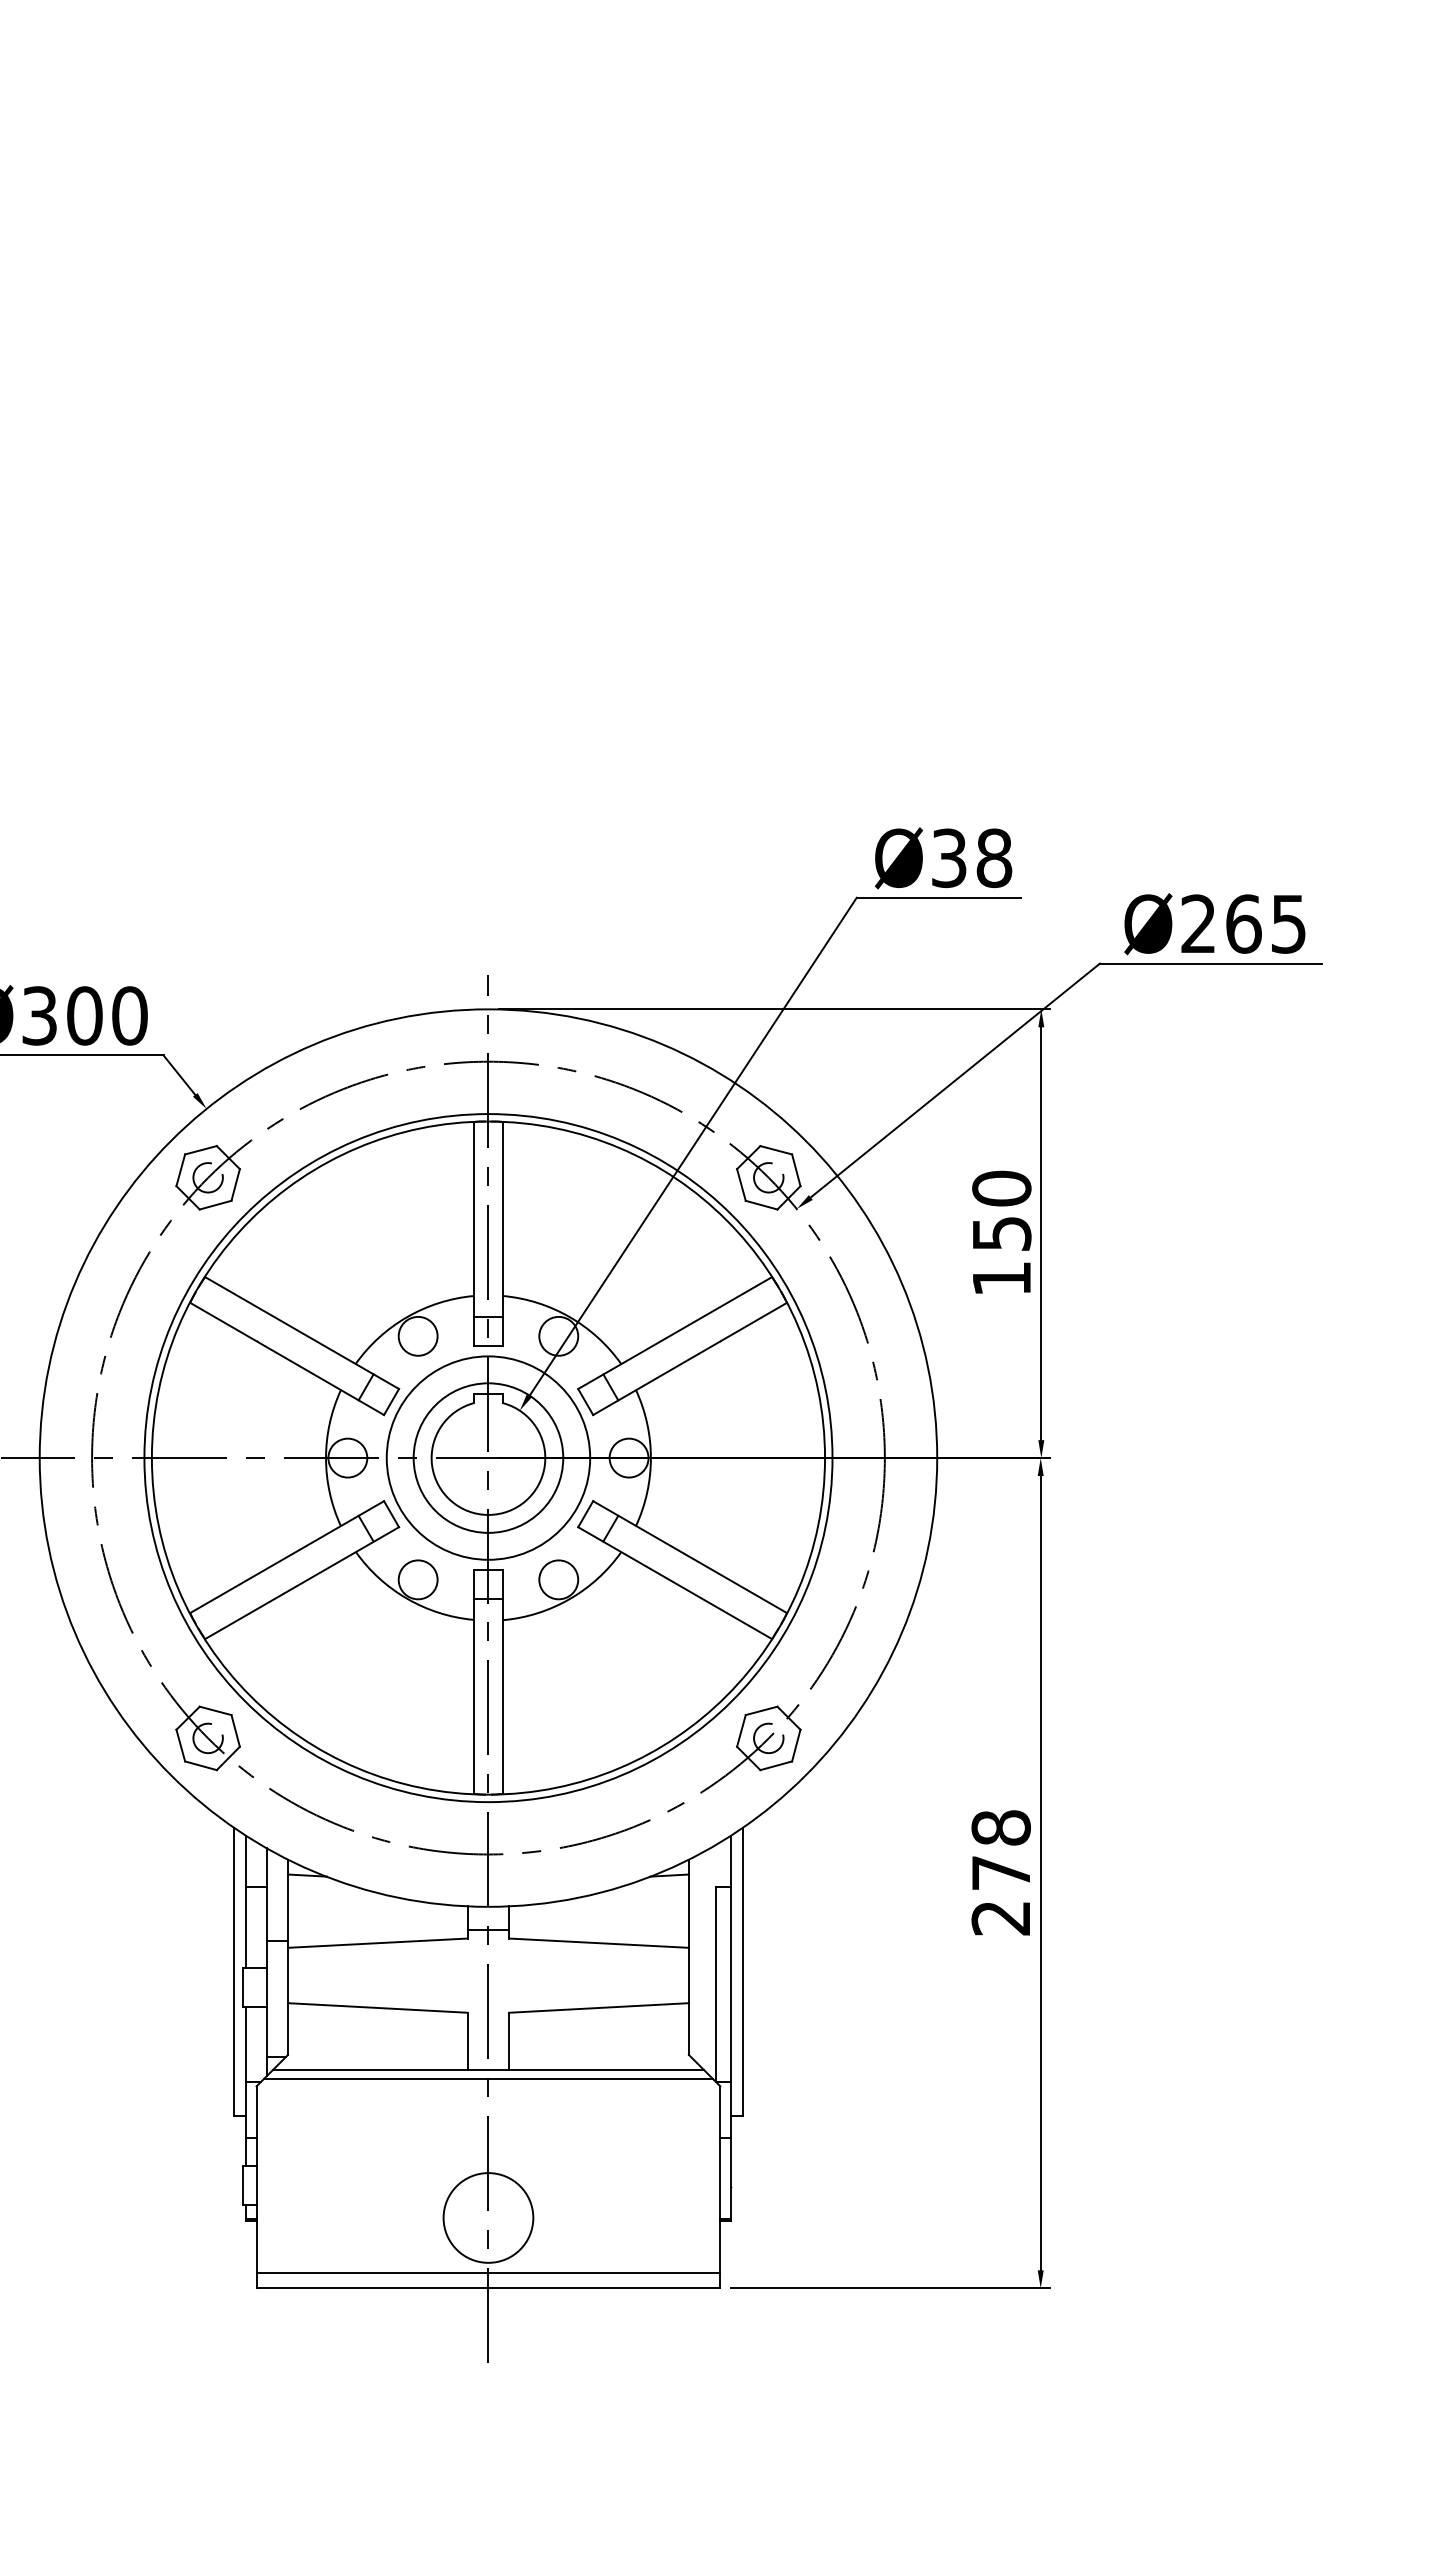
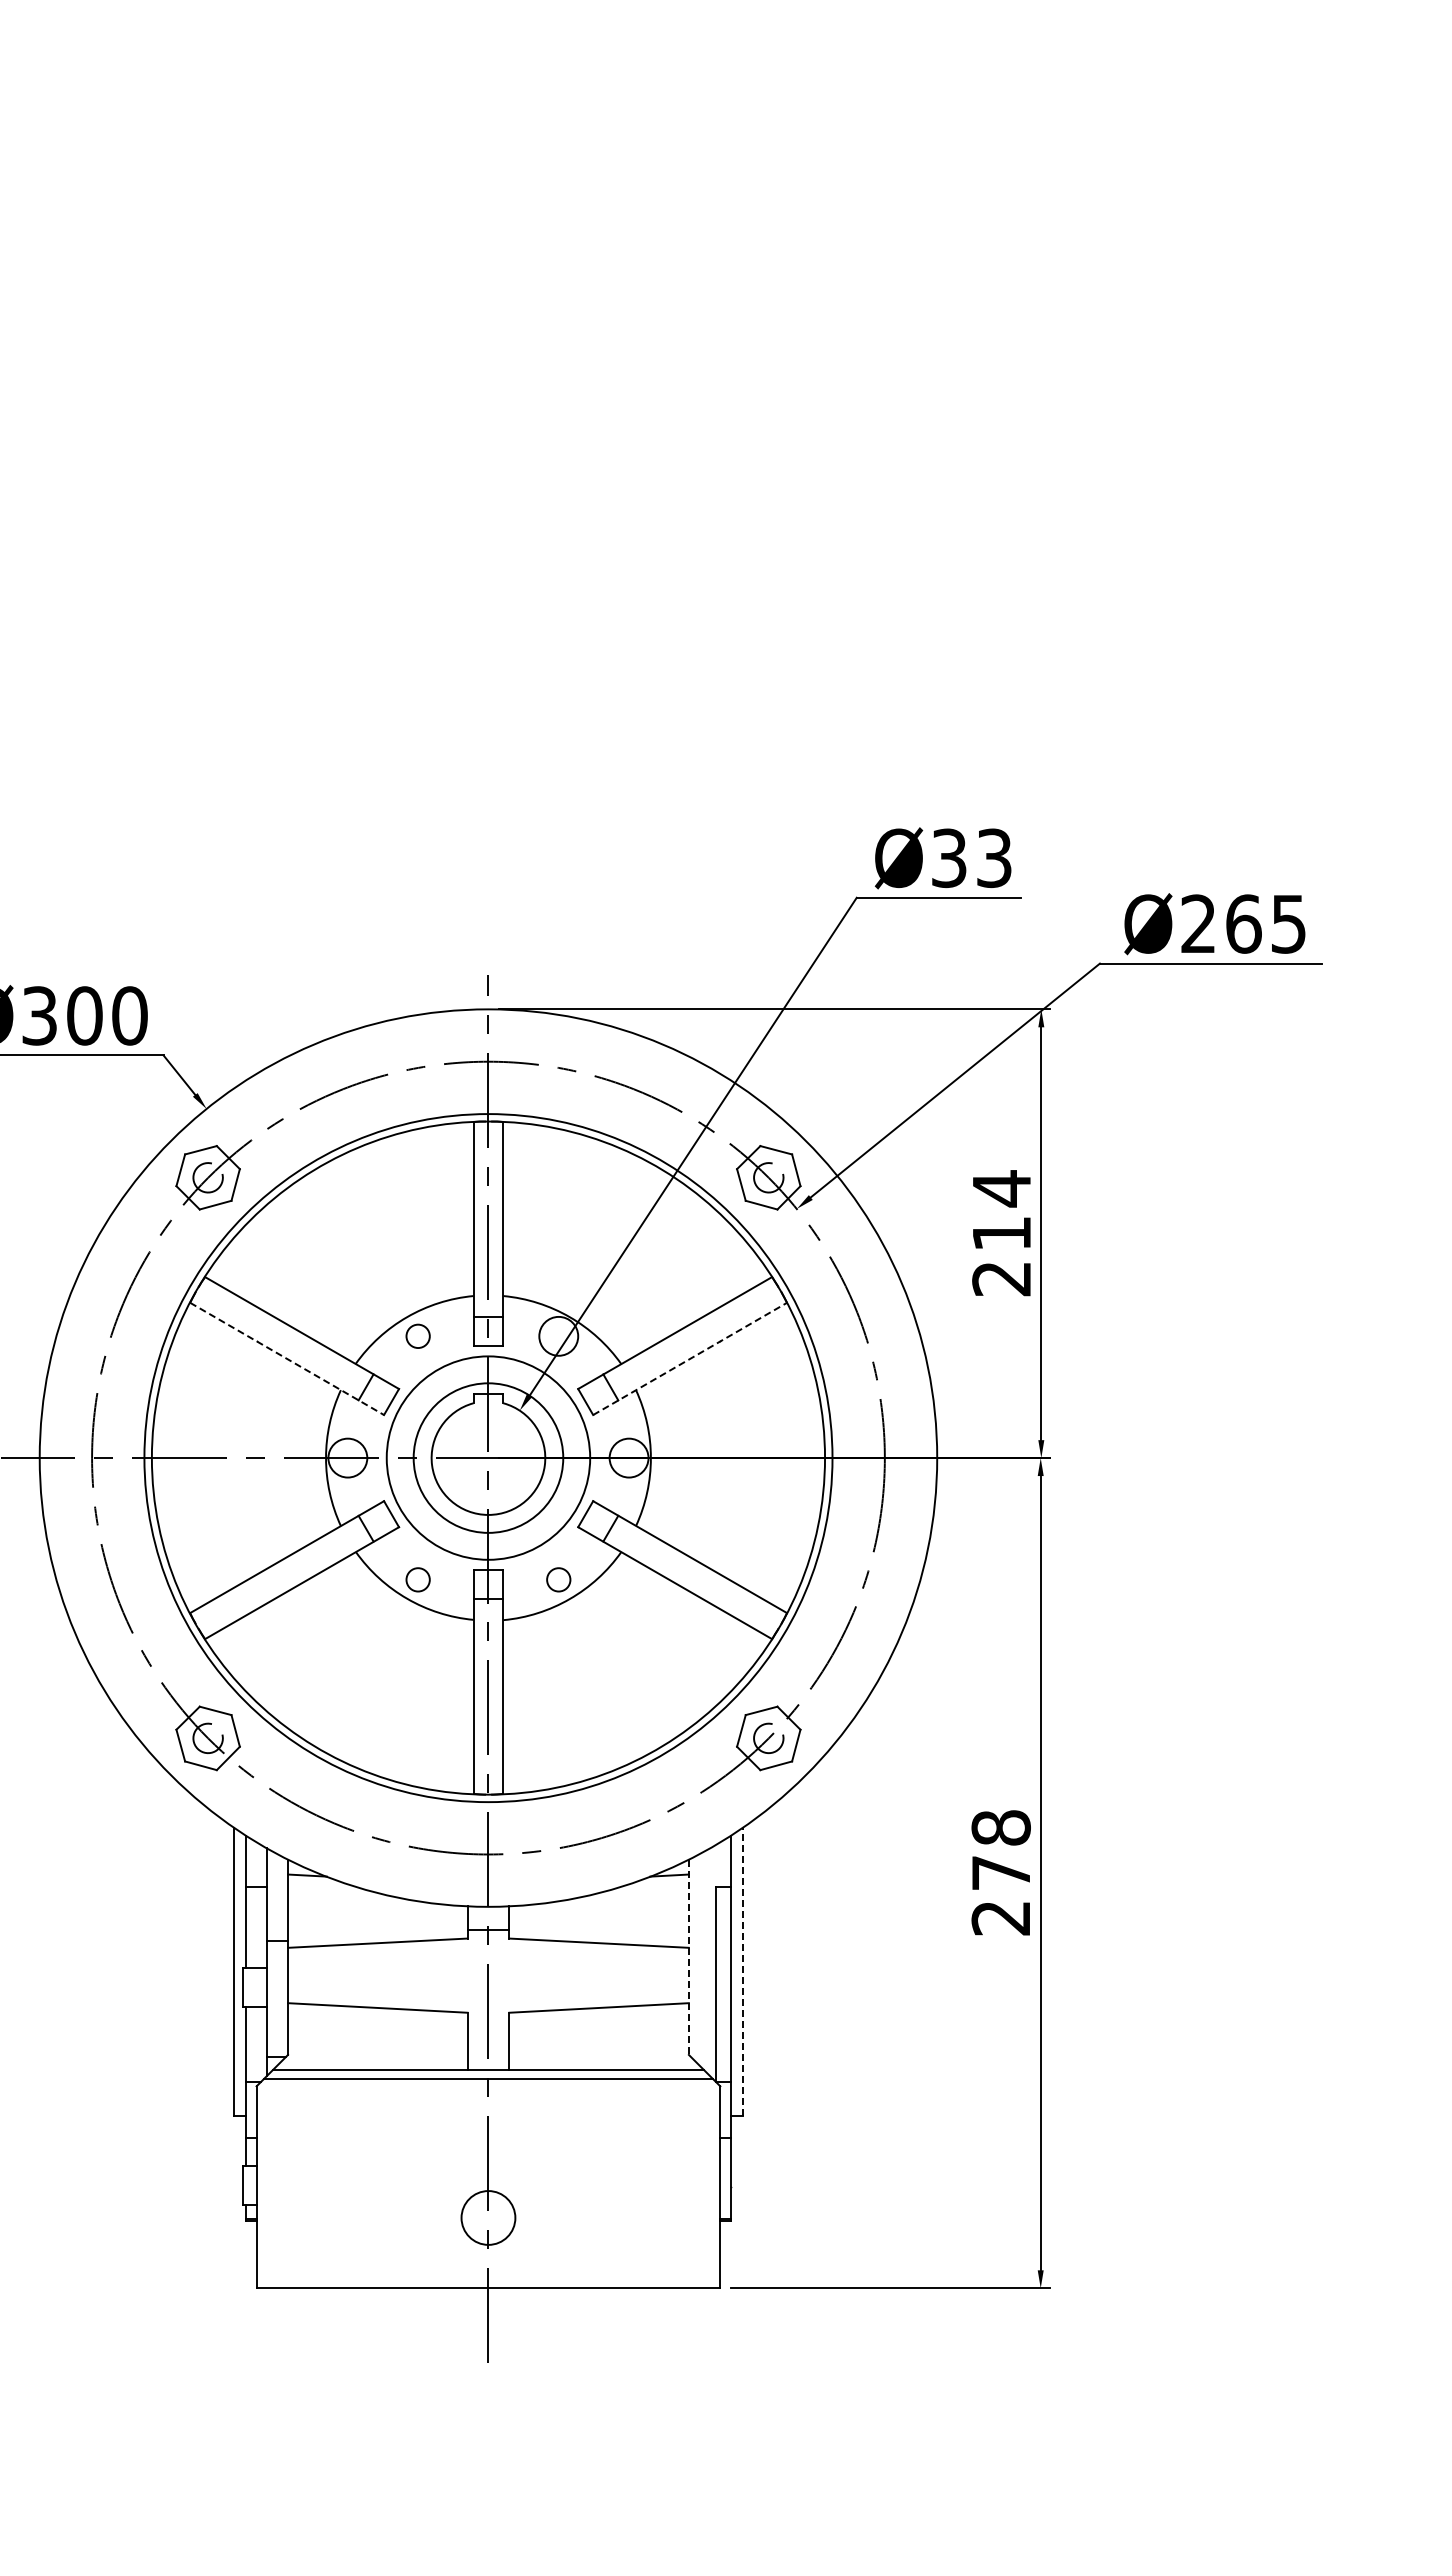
text at (994, 858): Ø38 -> Ø33
text at (1001, 1233): 150 -> 214
circle at (417, 1335) diameter: 39 px -> 23 px
line at (287, 1358): solid -> dashed
line at (690, 1358): solid -> dashed
circle at (417, 1579) diameter: 39 px -> 23 px
circle at (558, 1579) diameter: 39 px -> 23 px
line at (688, 1957): solid -> dashed
line at (742, 1971): solid -> dashed
circle at (488, 2217) diameter: 90 px -> 54 px
line at (488, 2273): present -> none
